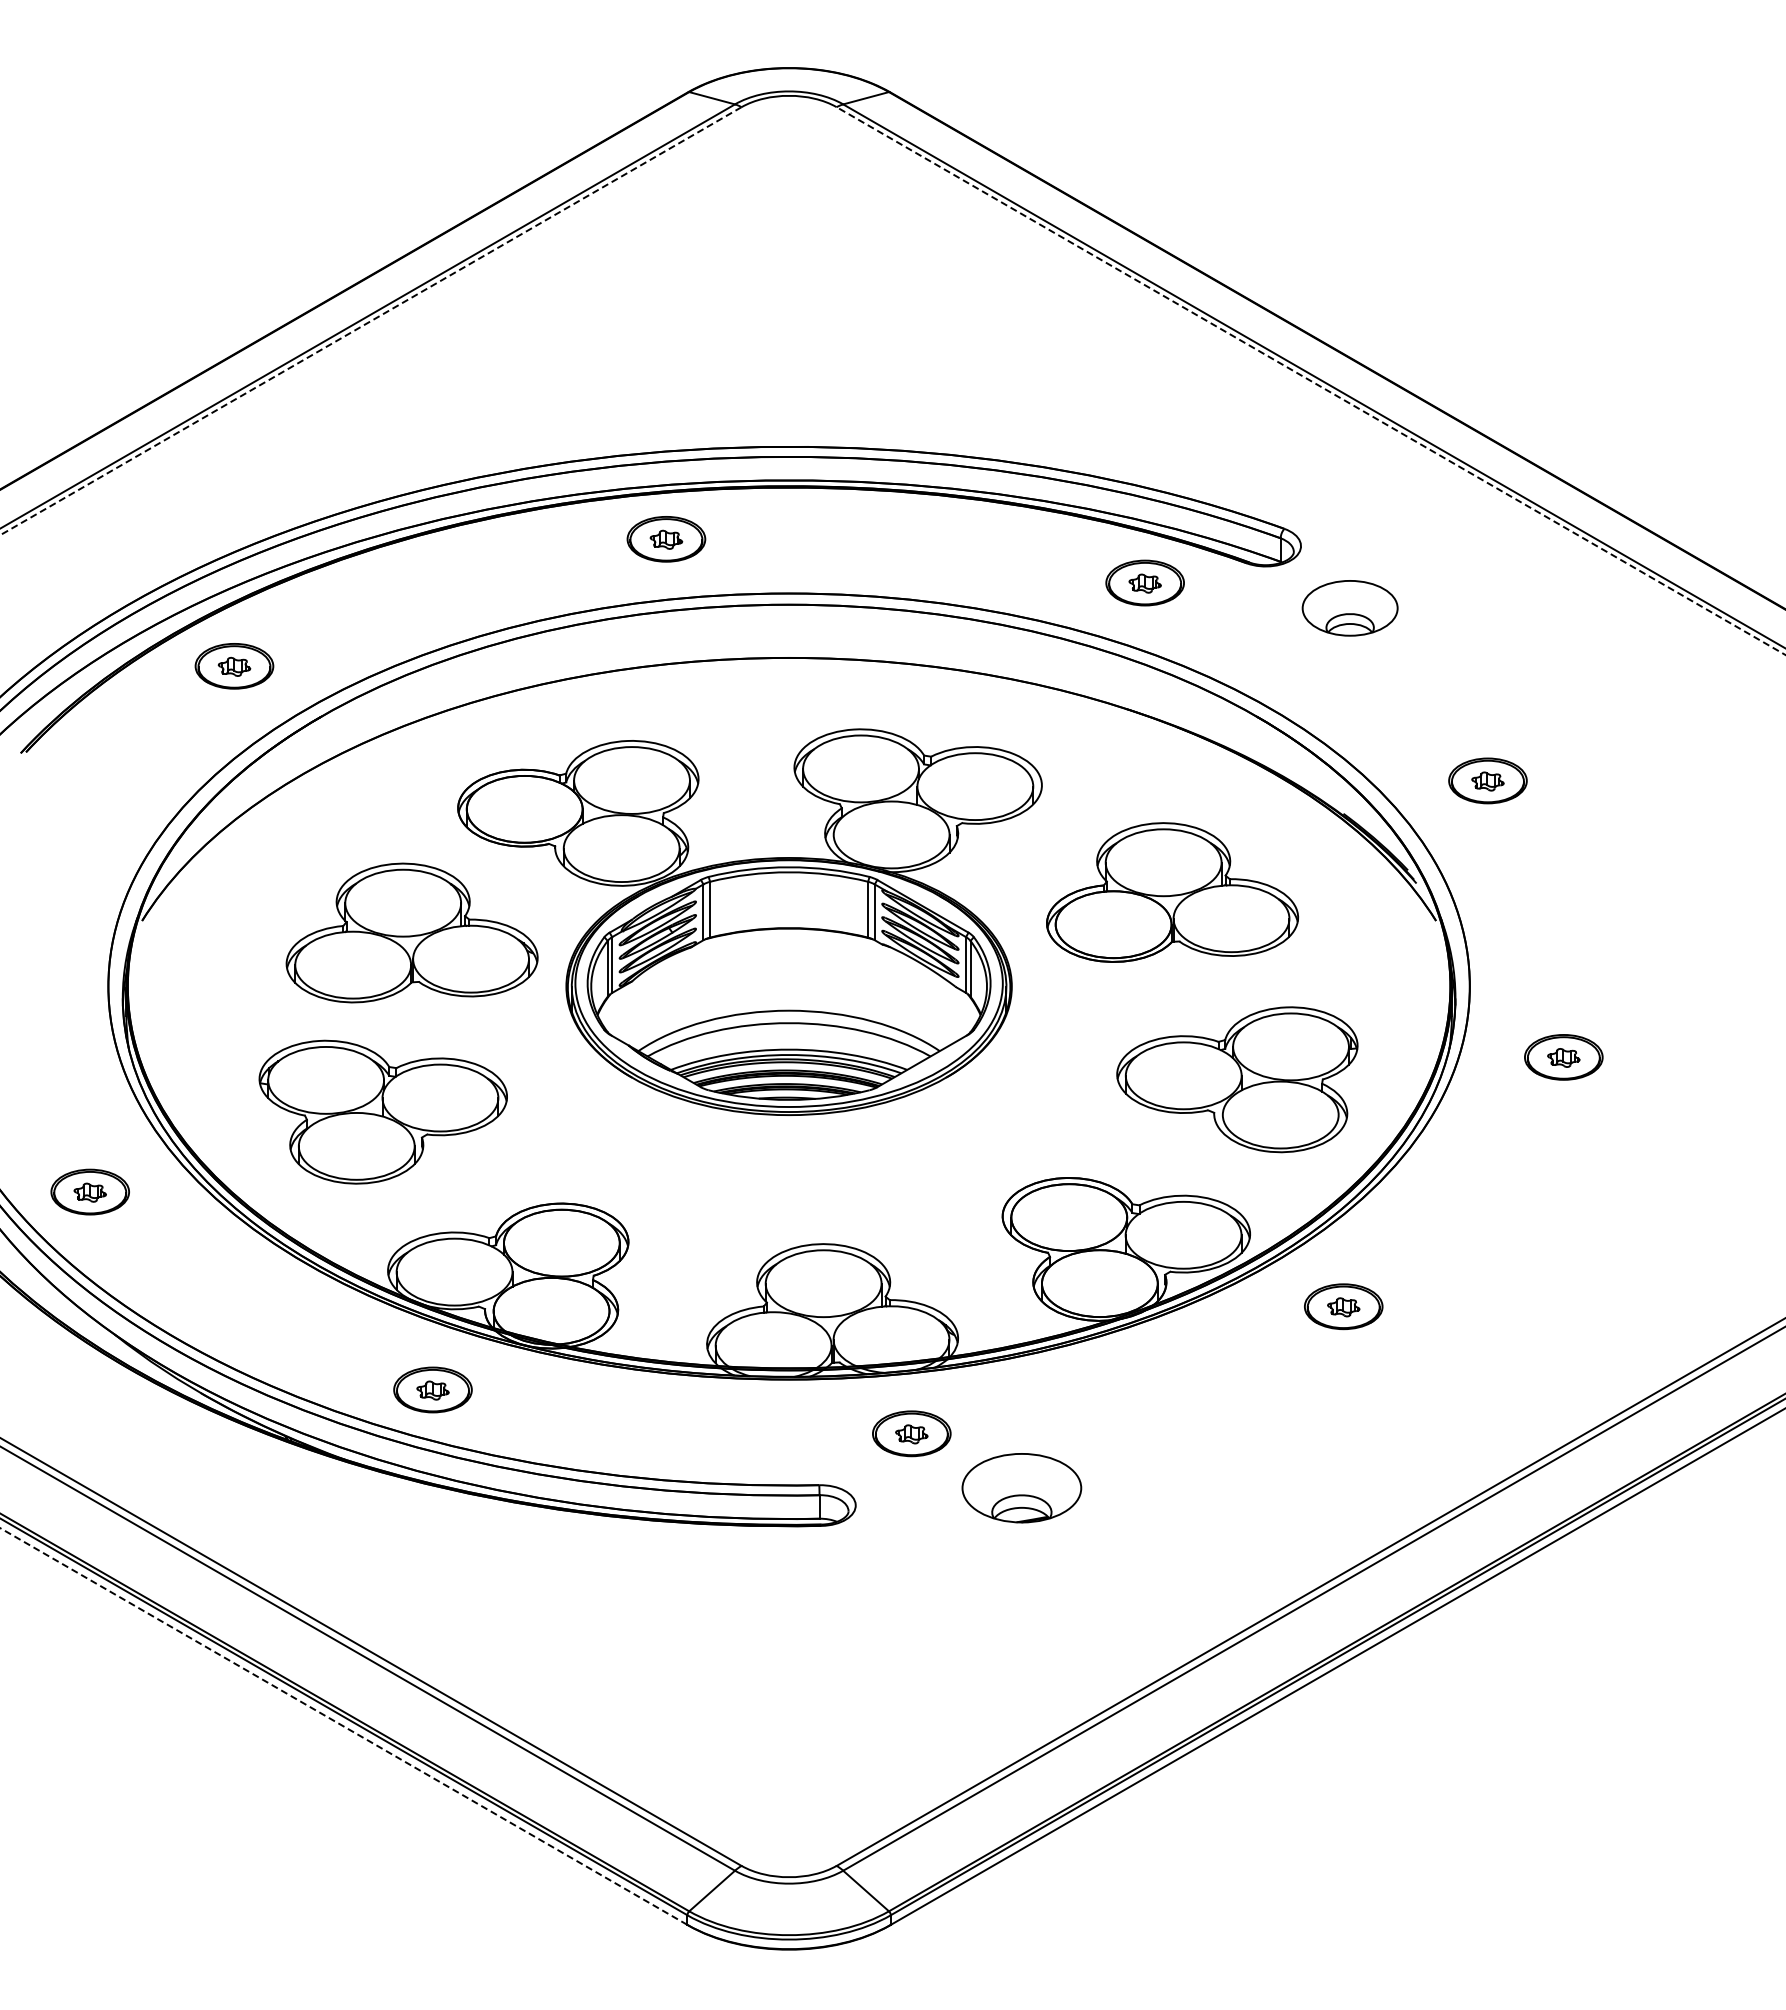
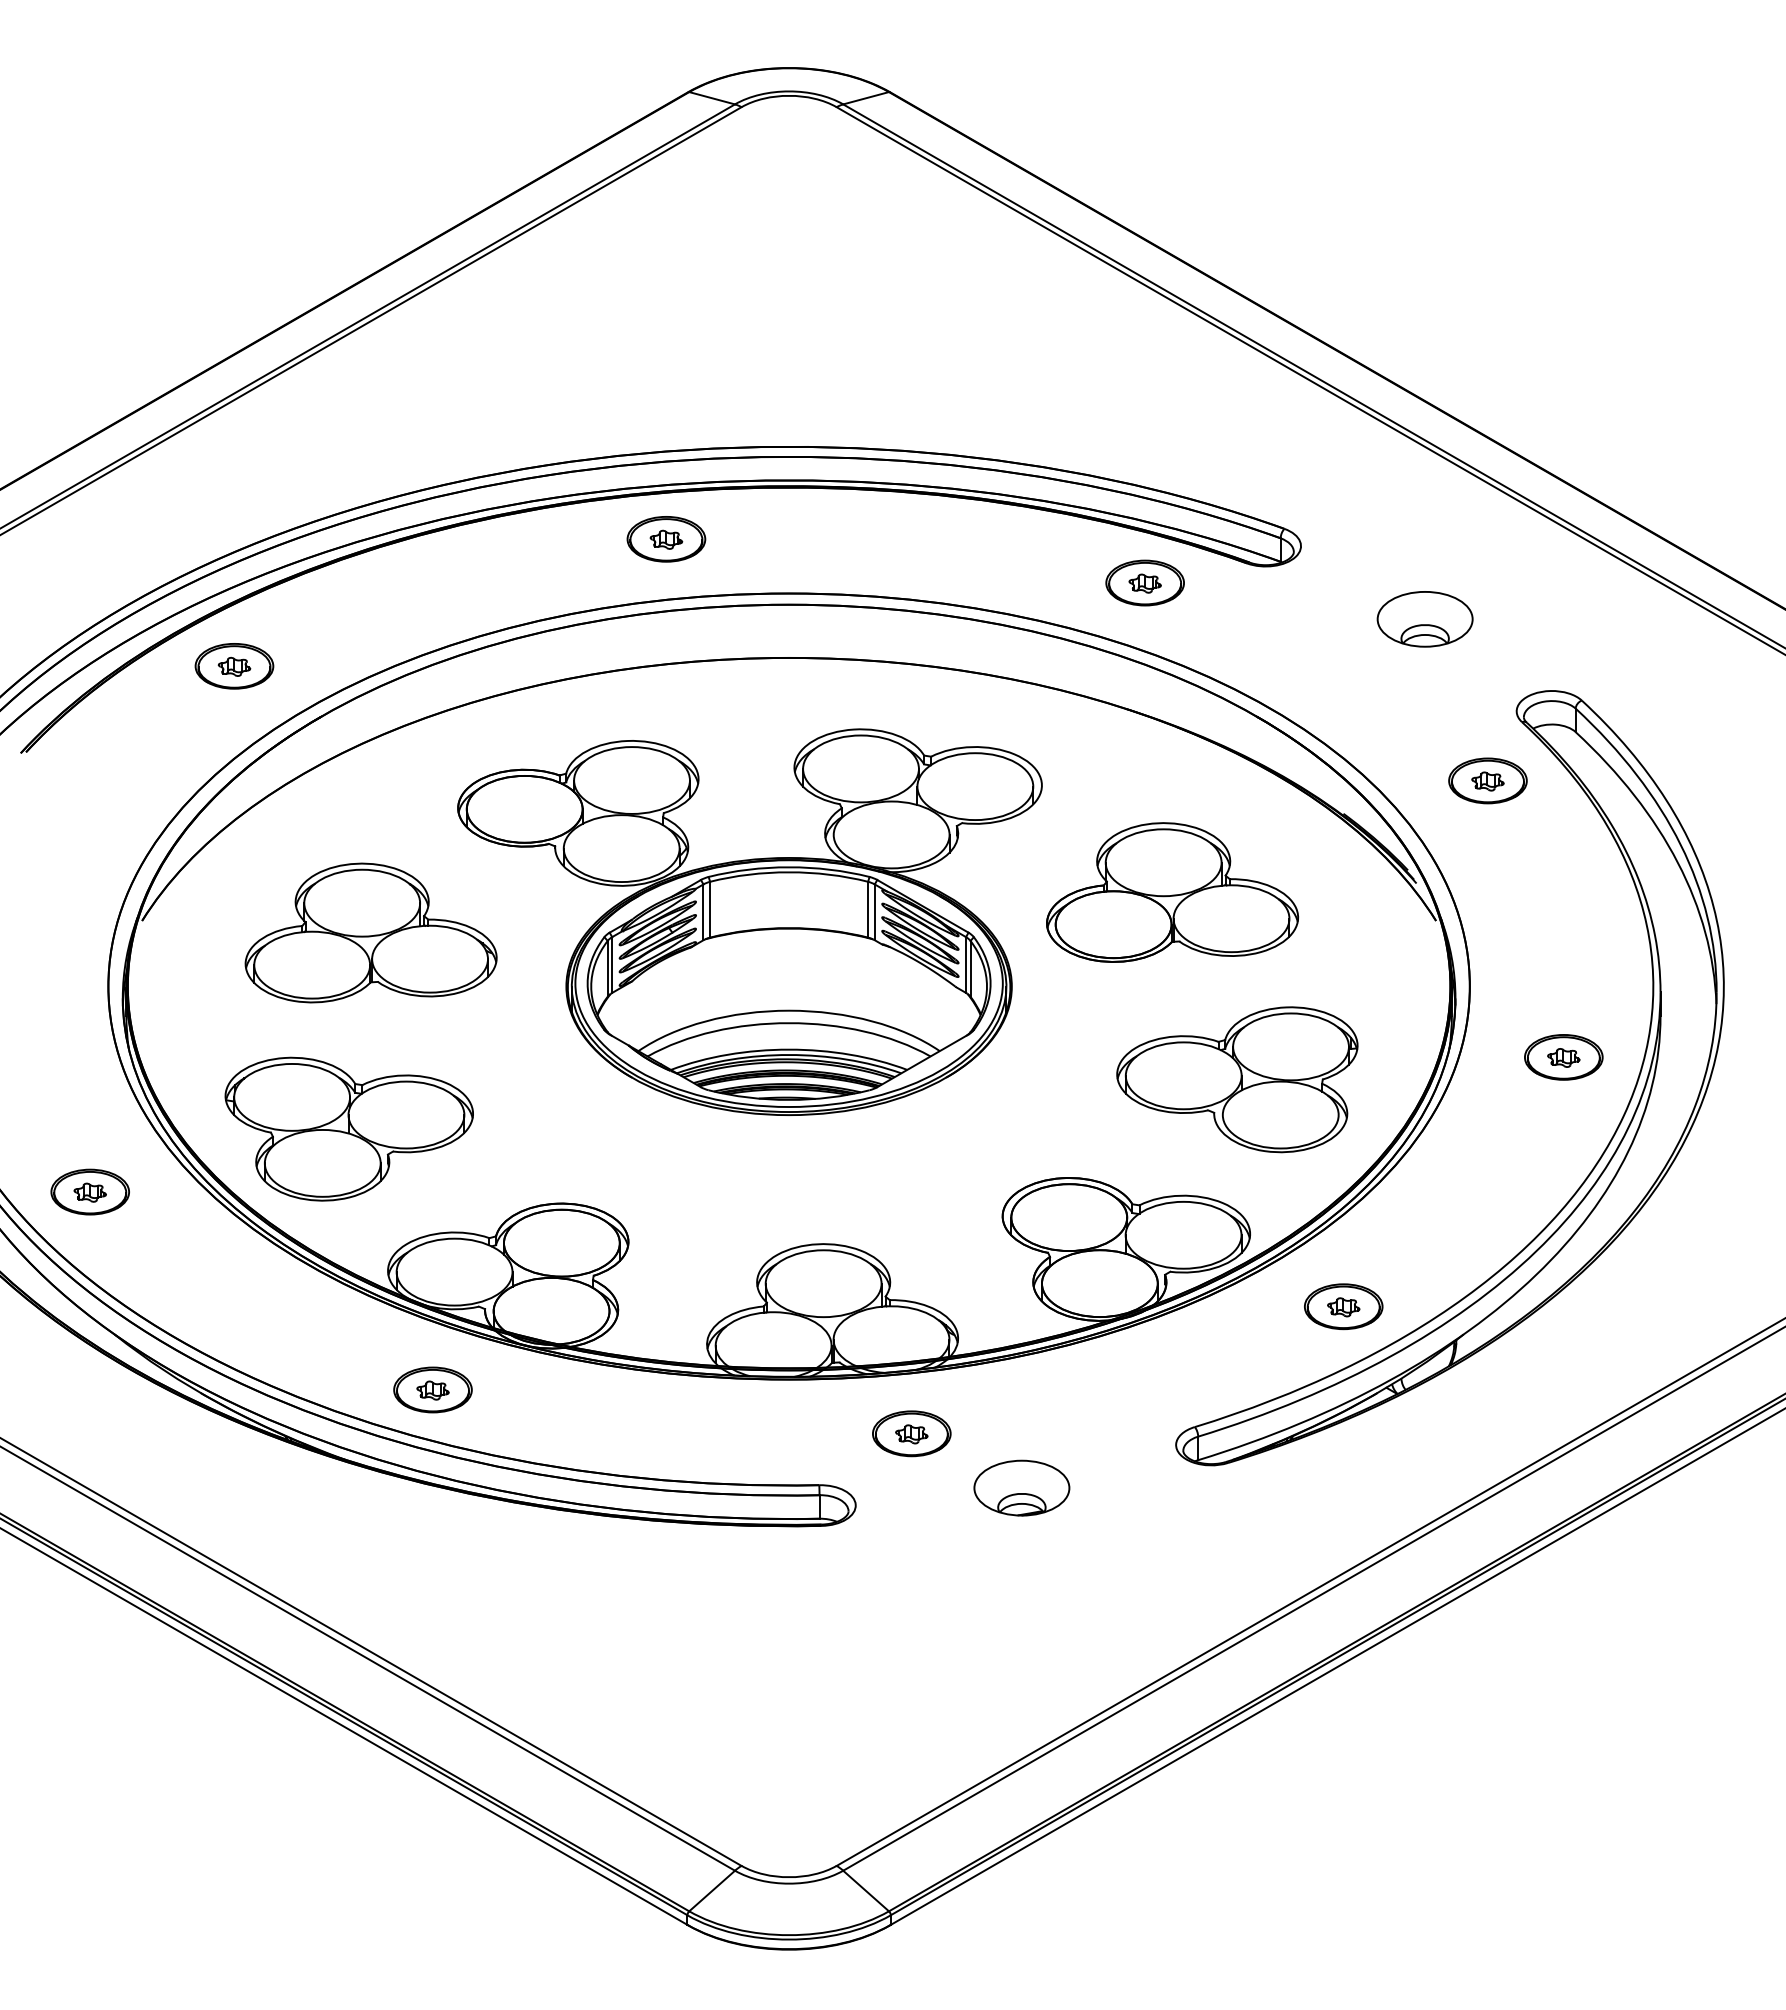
line at (370, 321): dashed -> solid
line at (1311, 381): dashed -> solid
part at (1349, 608) position: (1349, 608) -> (1424, 619)
part at (411, 932) position: (411, 932) -> (370, 932)
part at (382, 1111) position: (382, 1111) -> (348, 1128)
part at (1584, 1179): none -> present
part at (1021, 1488) size: 122x71 px -> 98x58 px
line at (343, 1726): dashed -> solid
